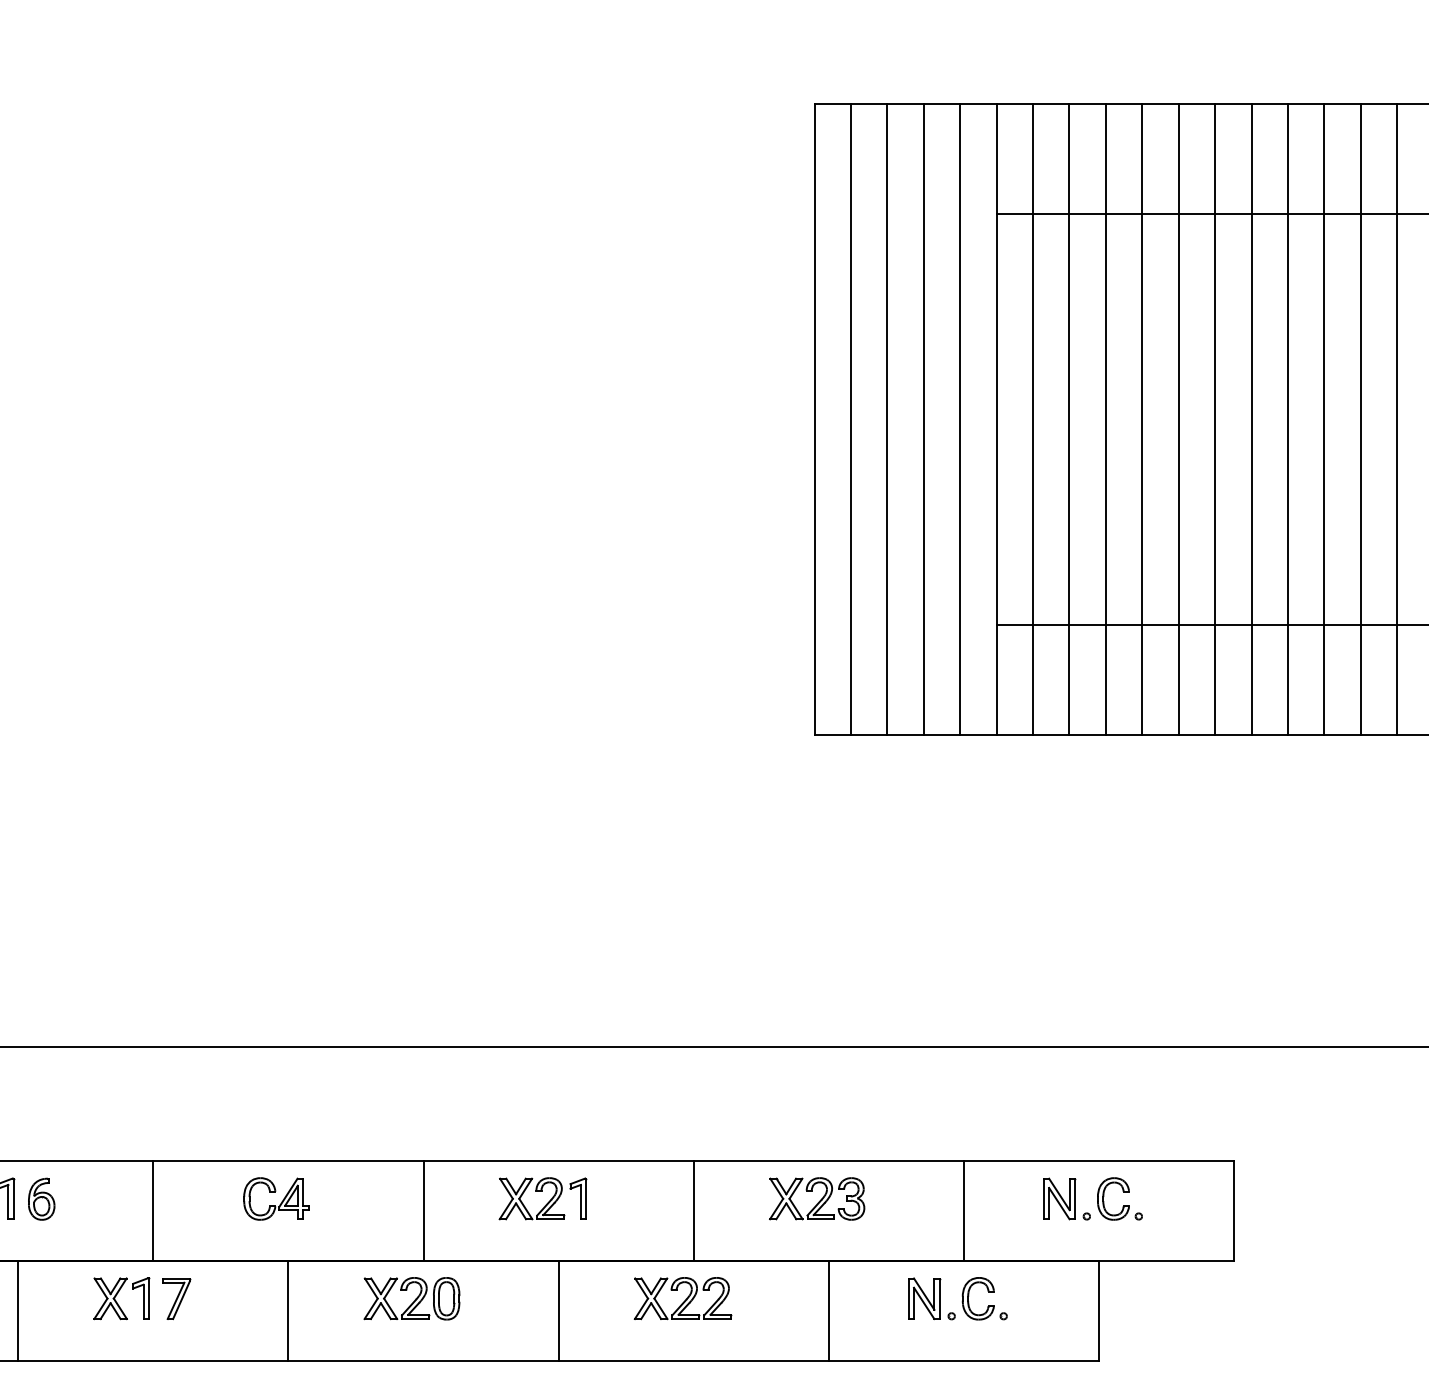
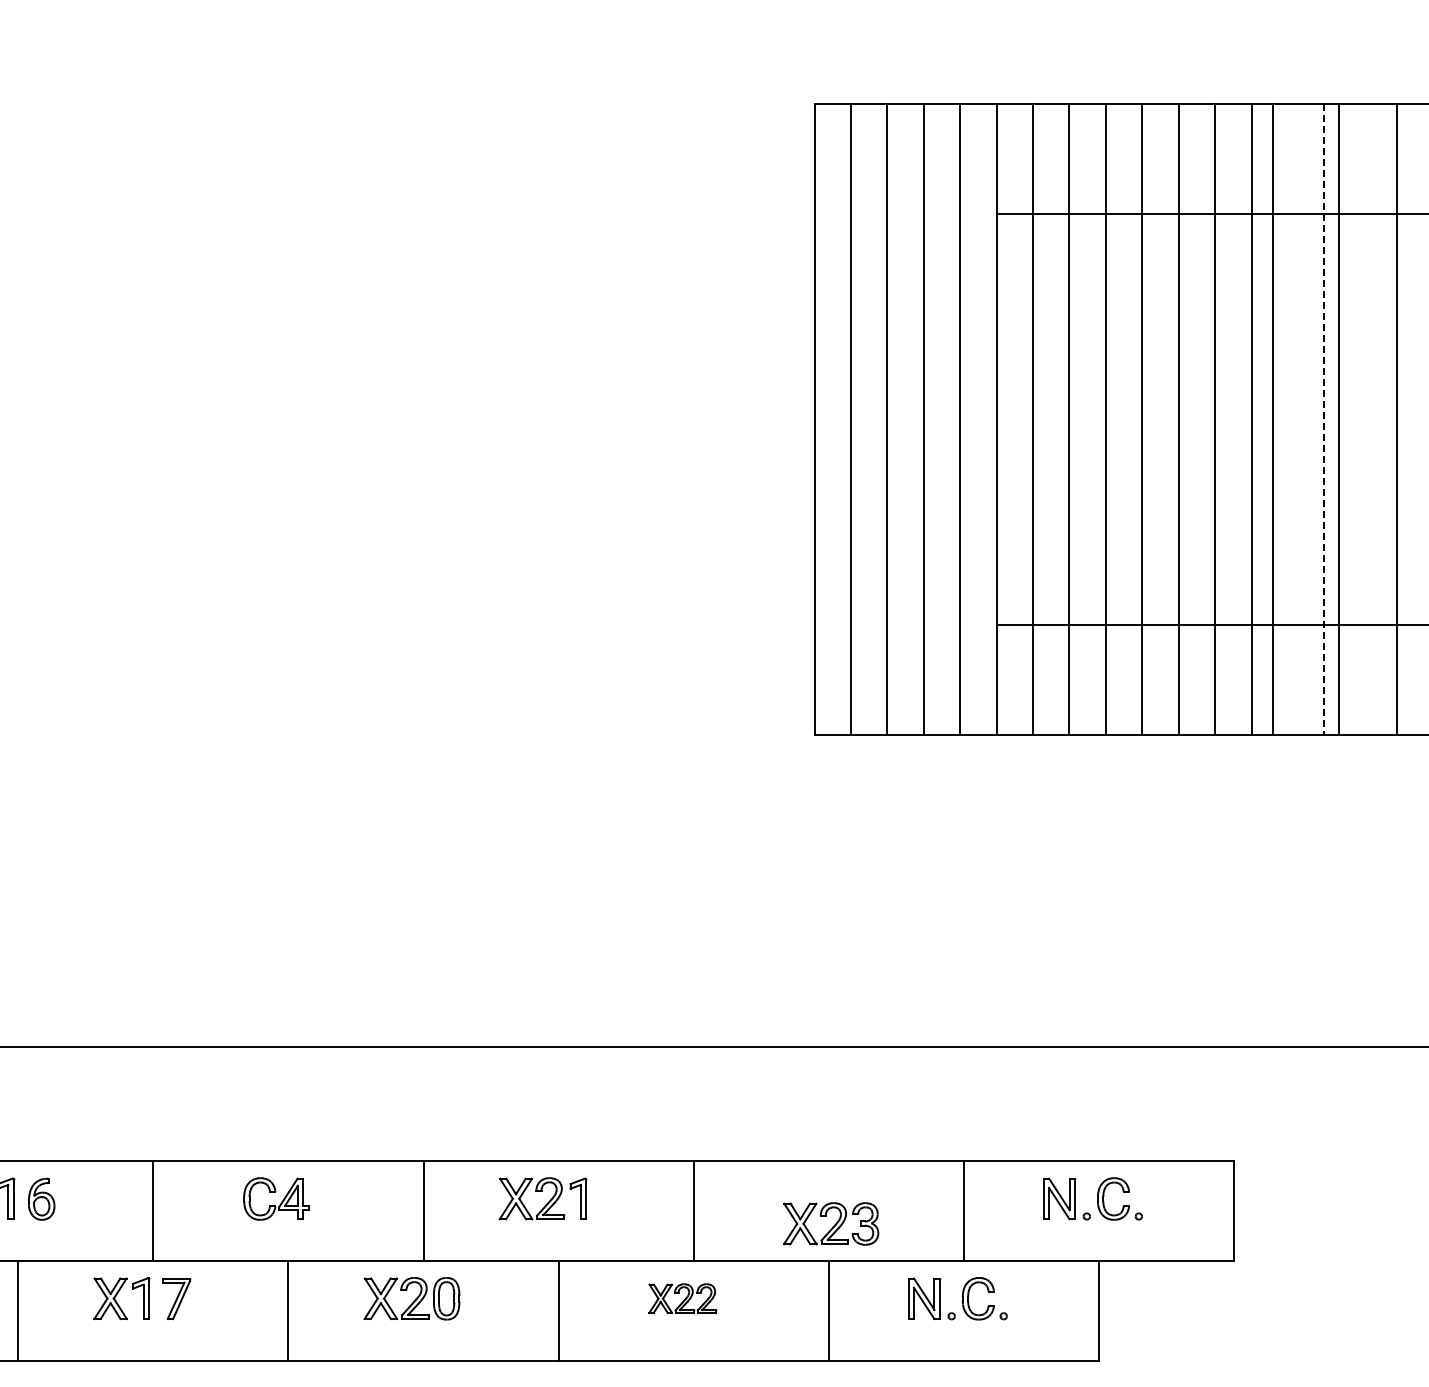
line at (1287, 419) position: (1287, 419) -> (1272, 419)
line at (1360, 419) position: (1360, 419) -> (1338, 419)
line at (1324, 420): solid -> dashed
part at (817, 1198) position: (817, 1198) -> (831, 1223)
part at (682, 1298) size: 100x44 px -> 70x32 px
